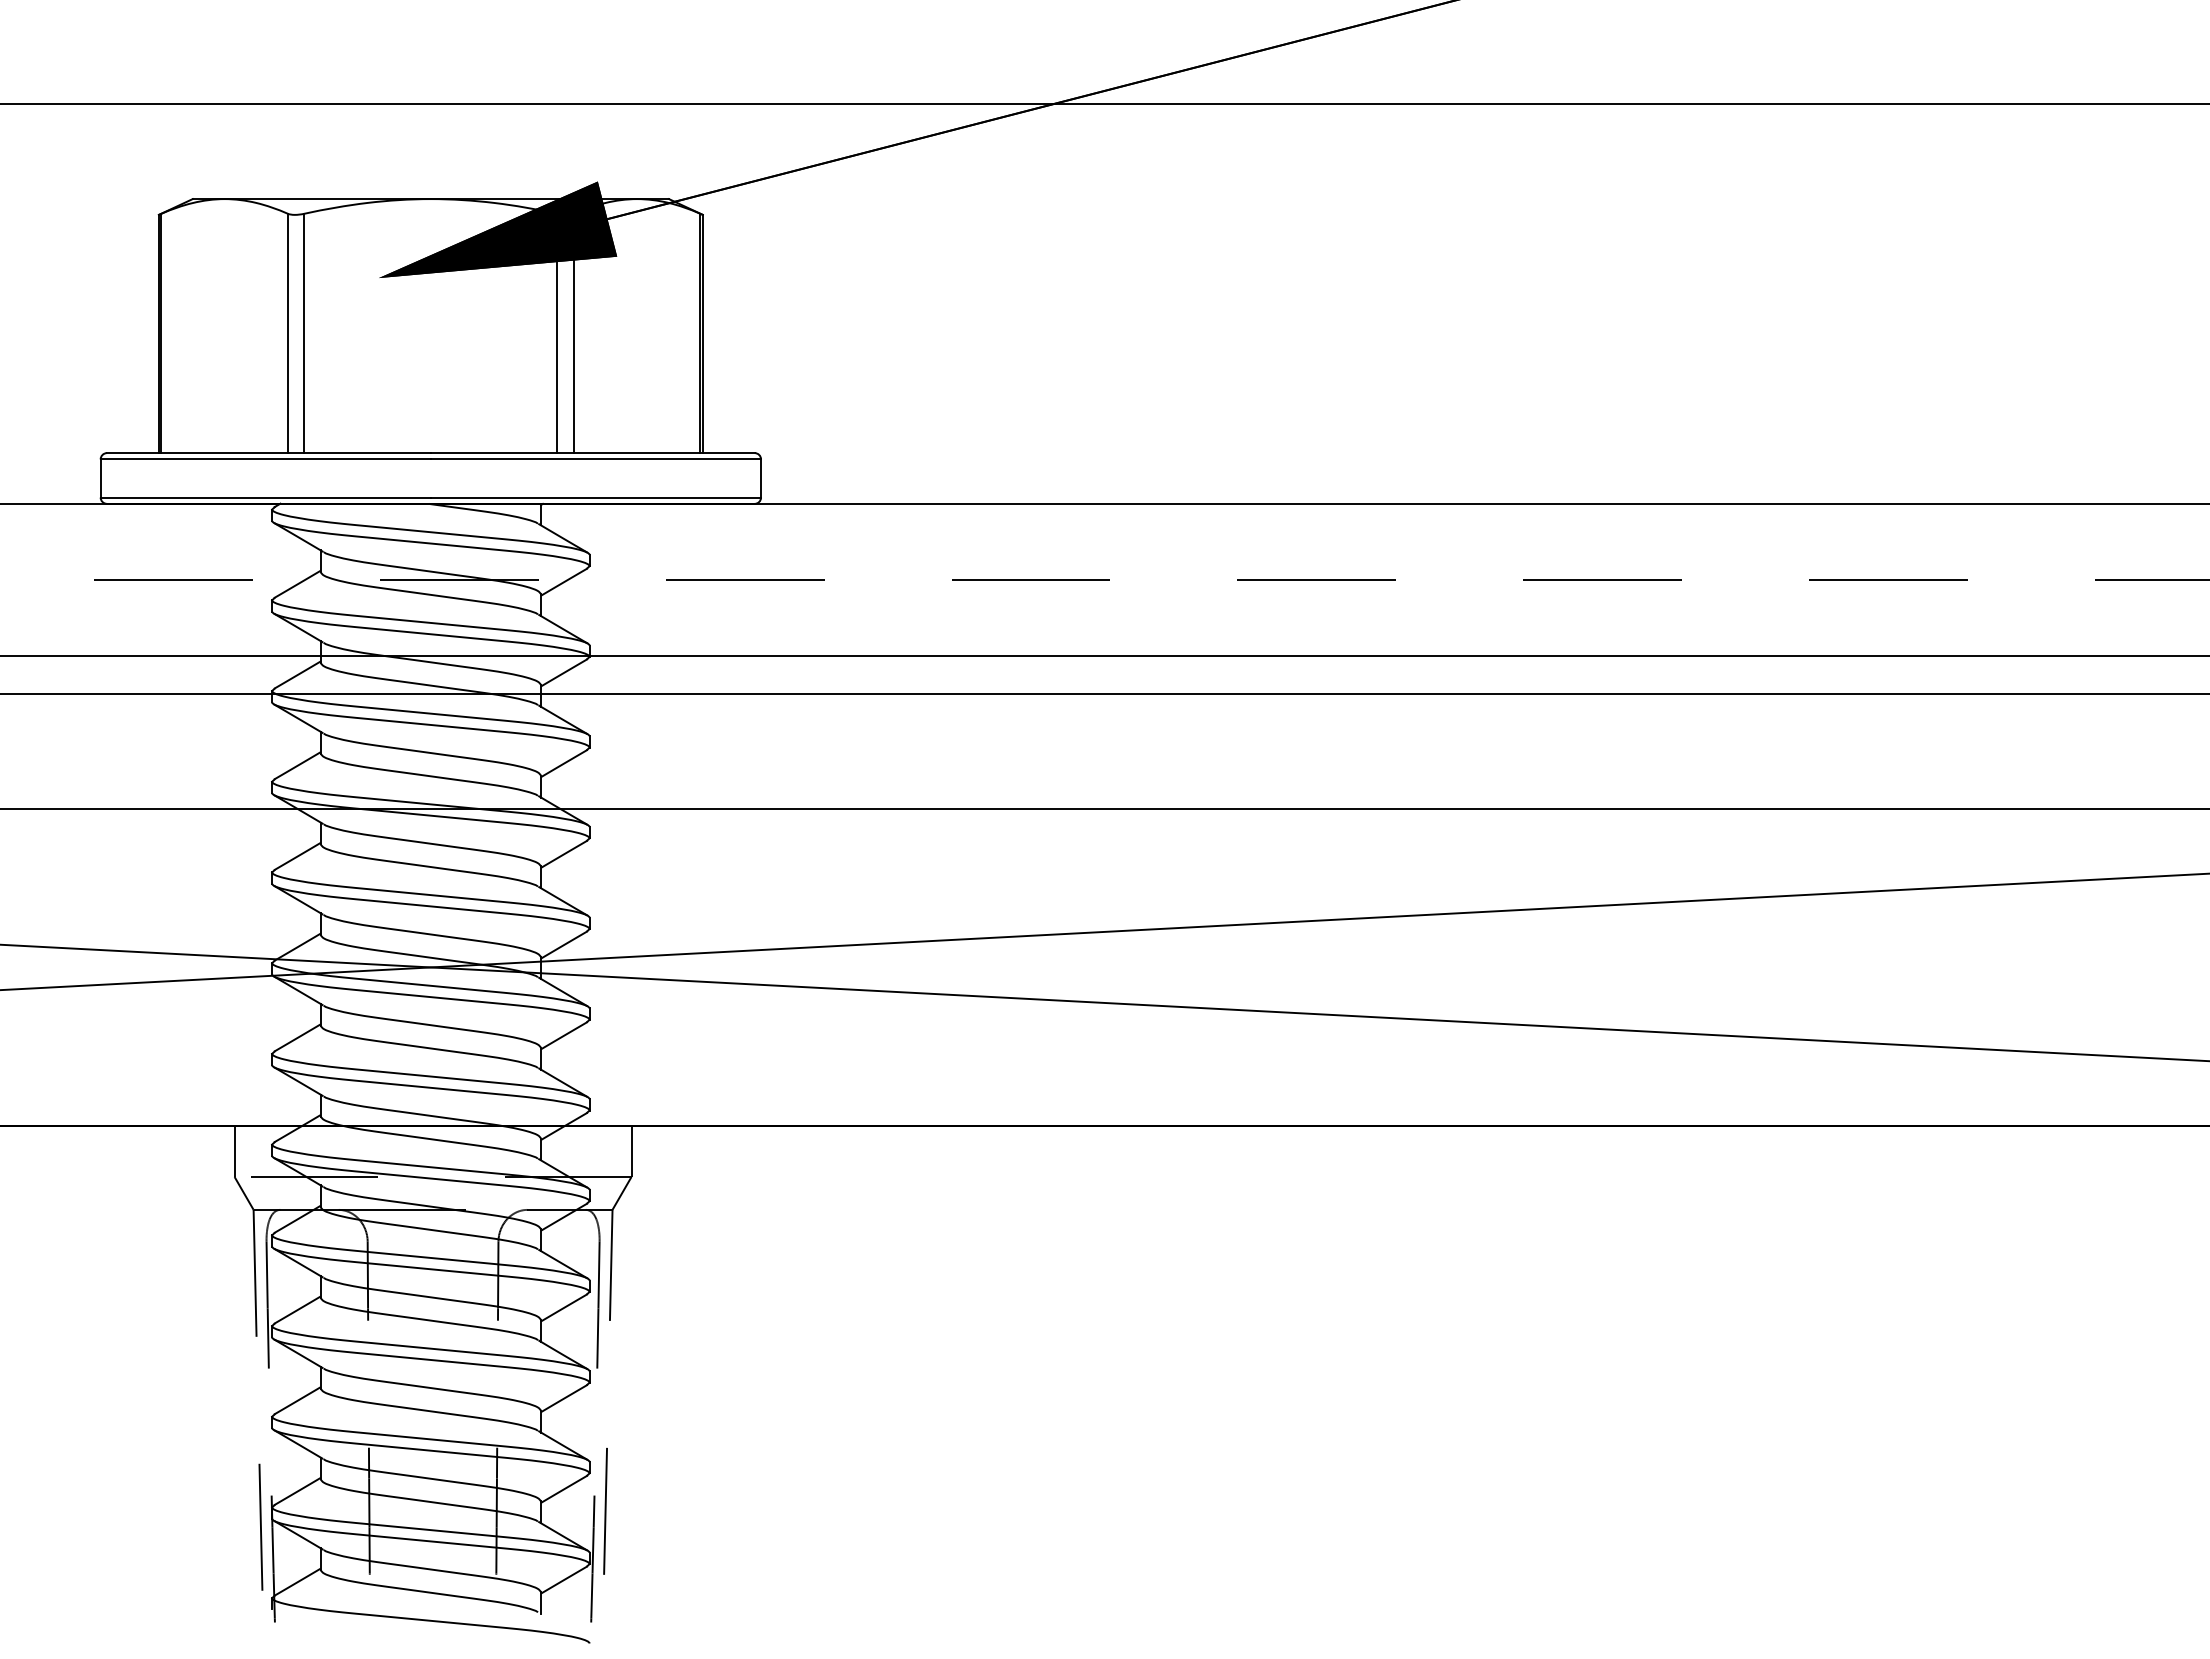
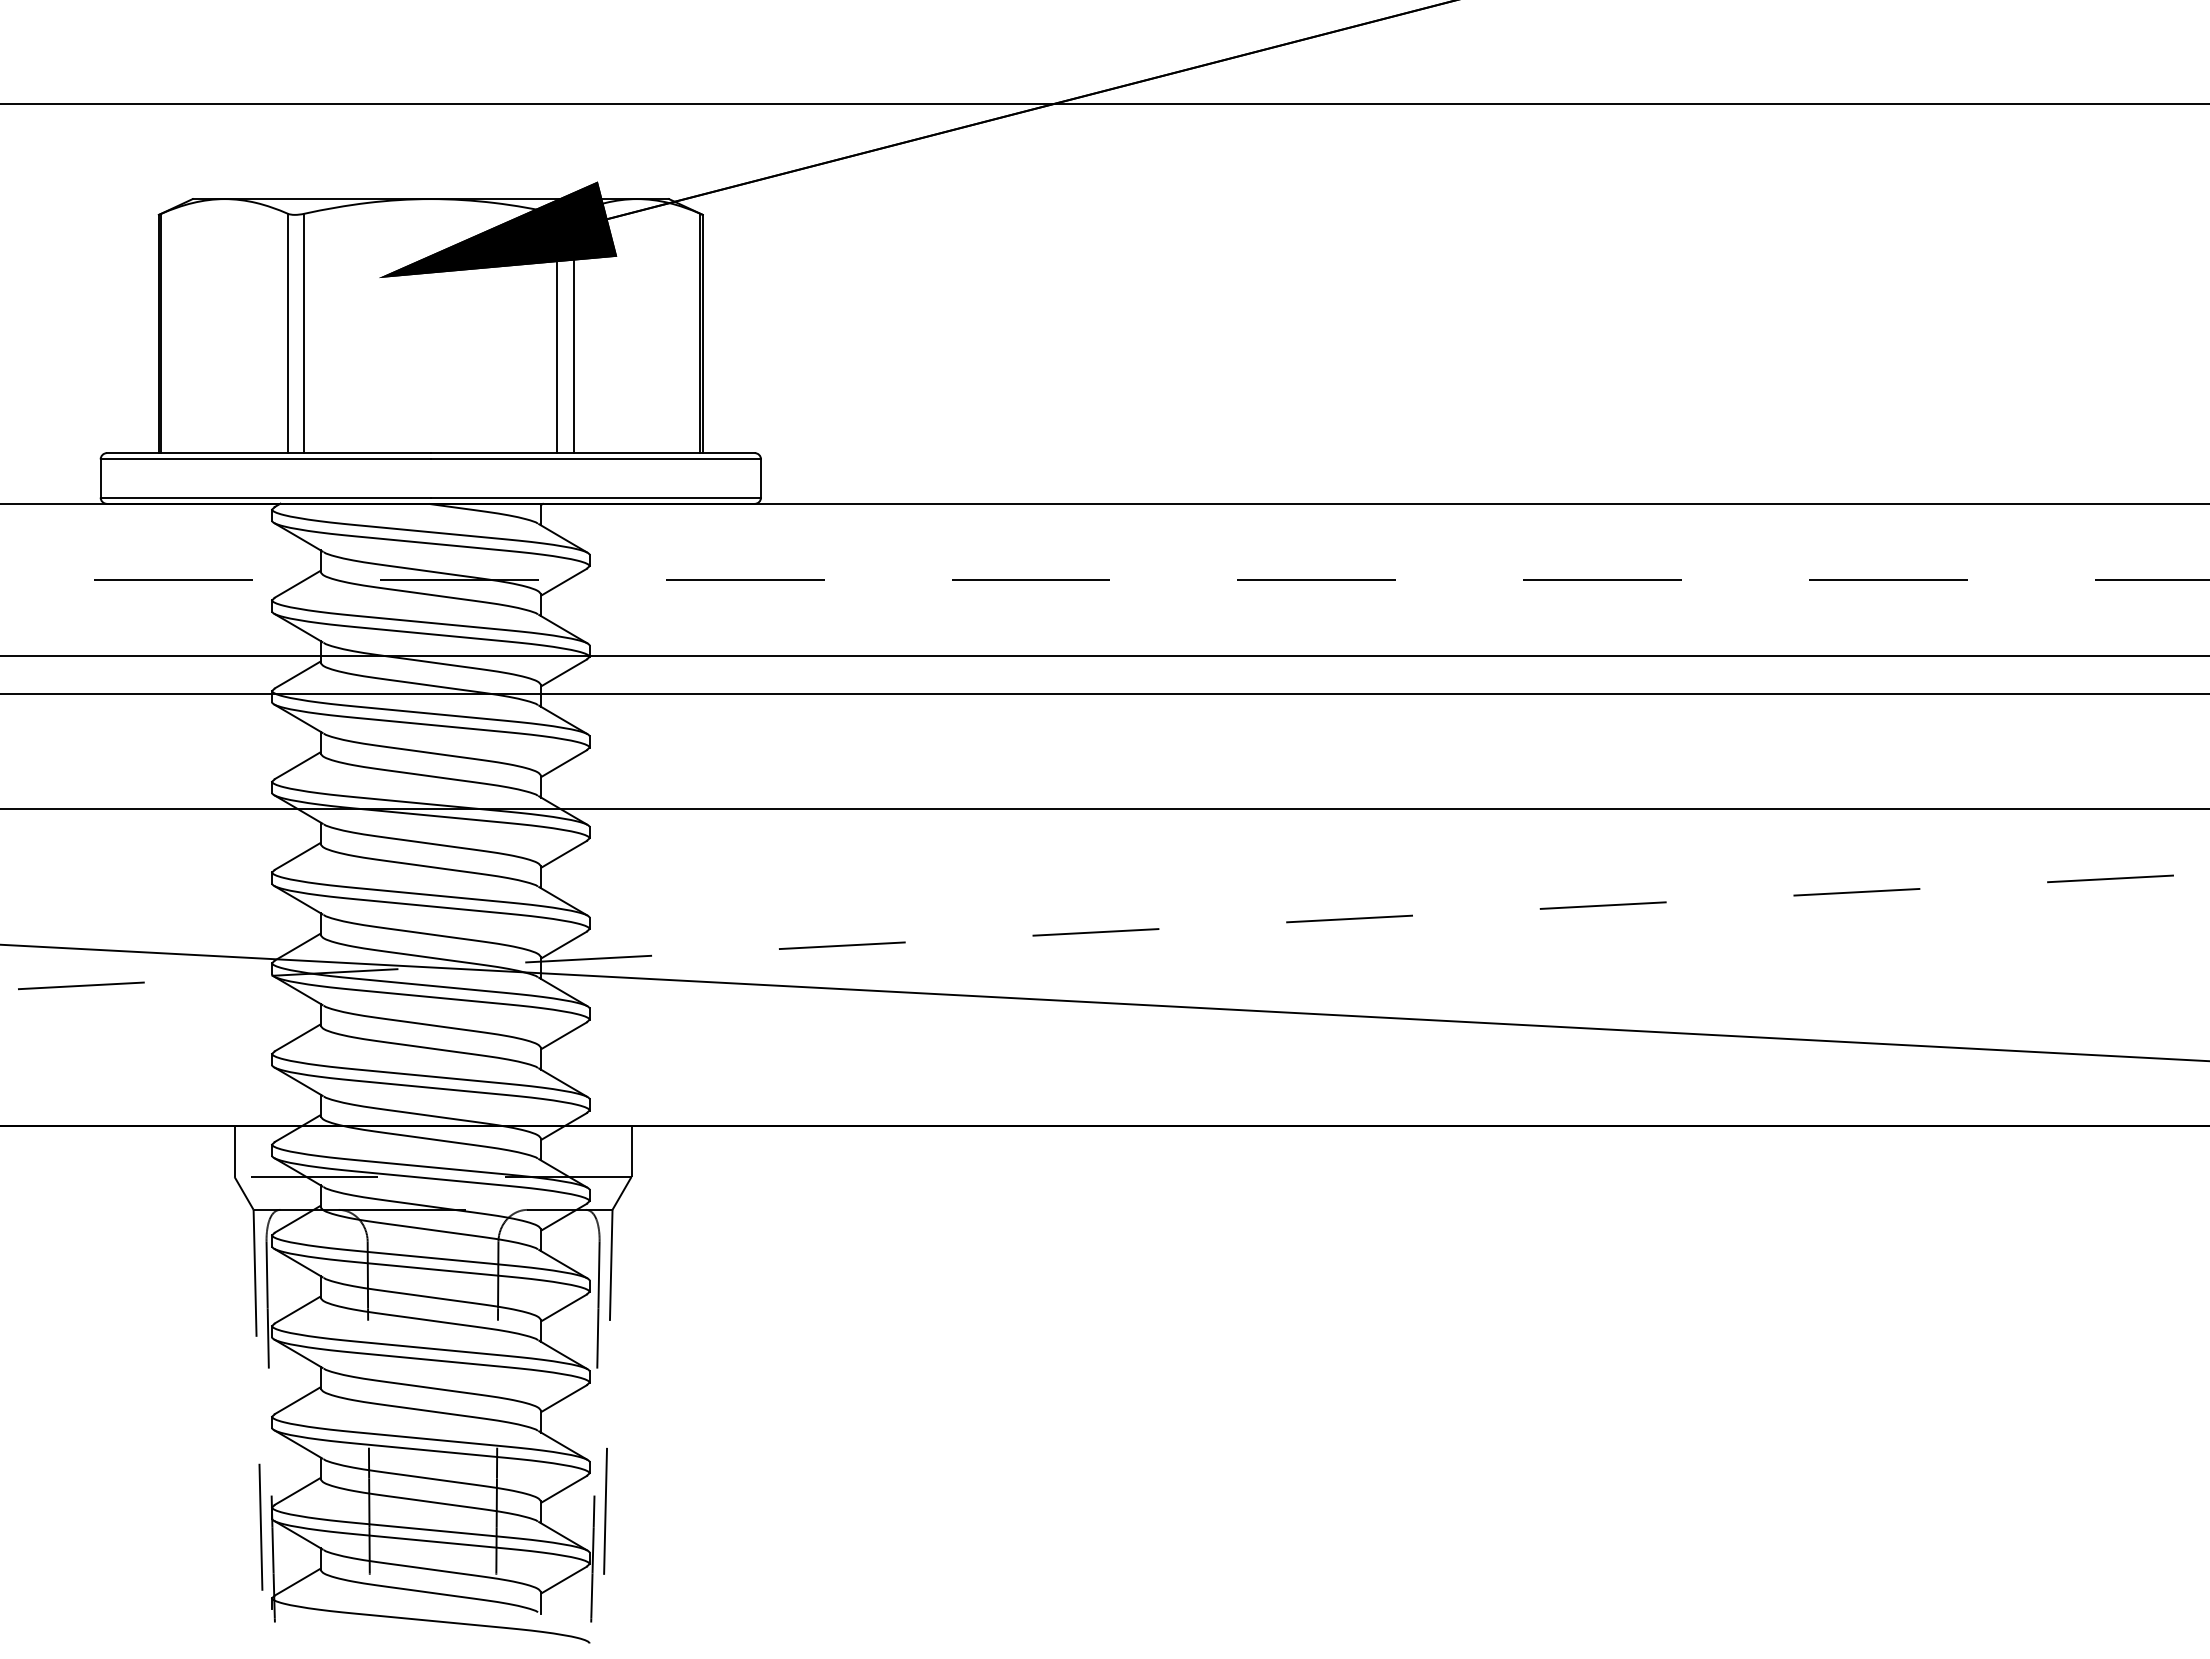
line at (1105, 931): solid -> dashed
